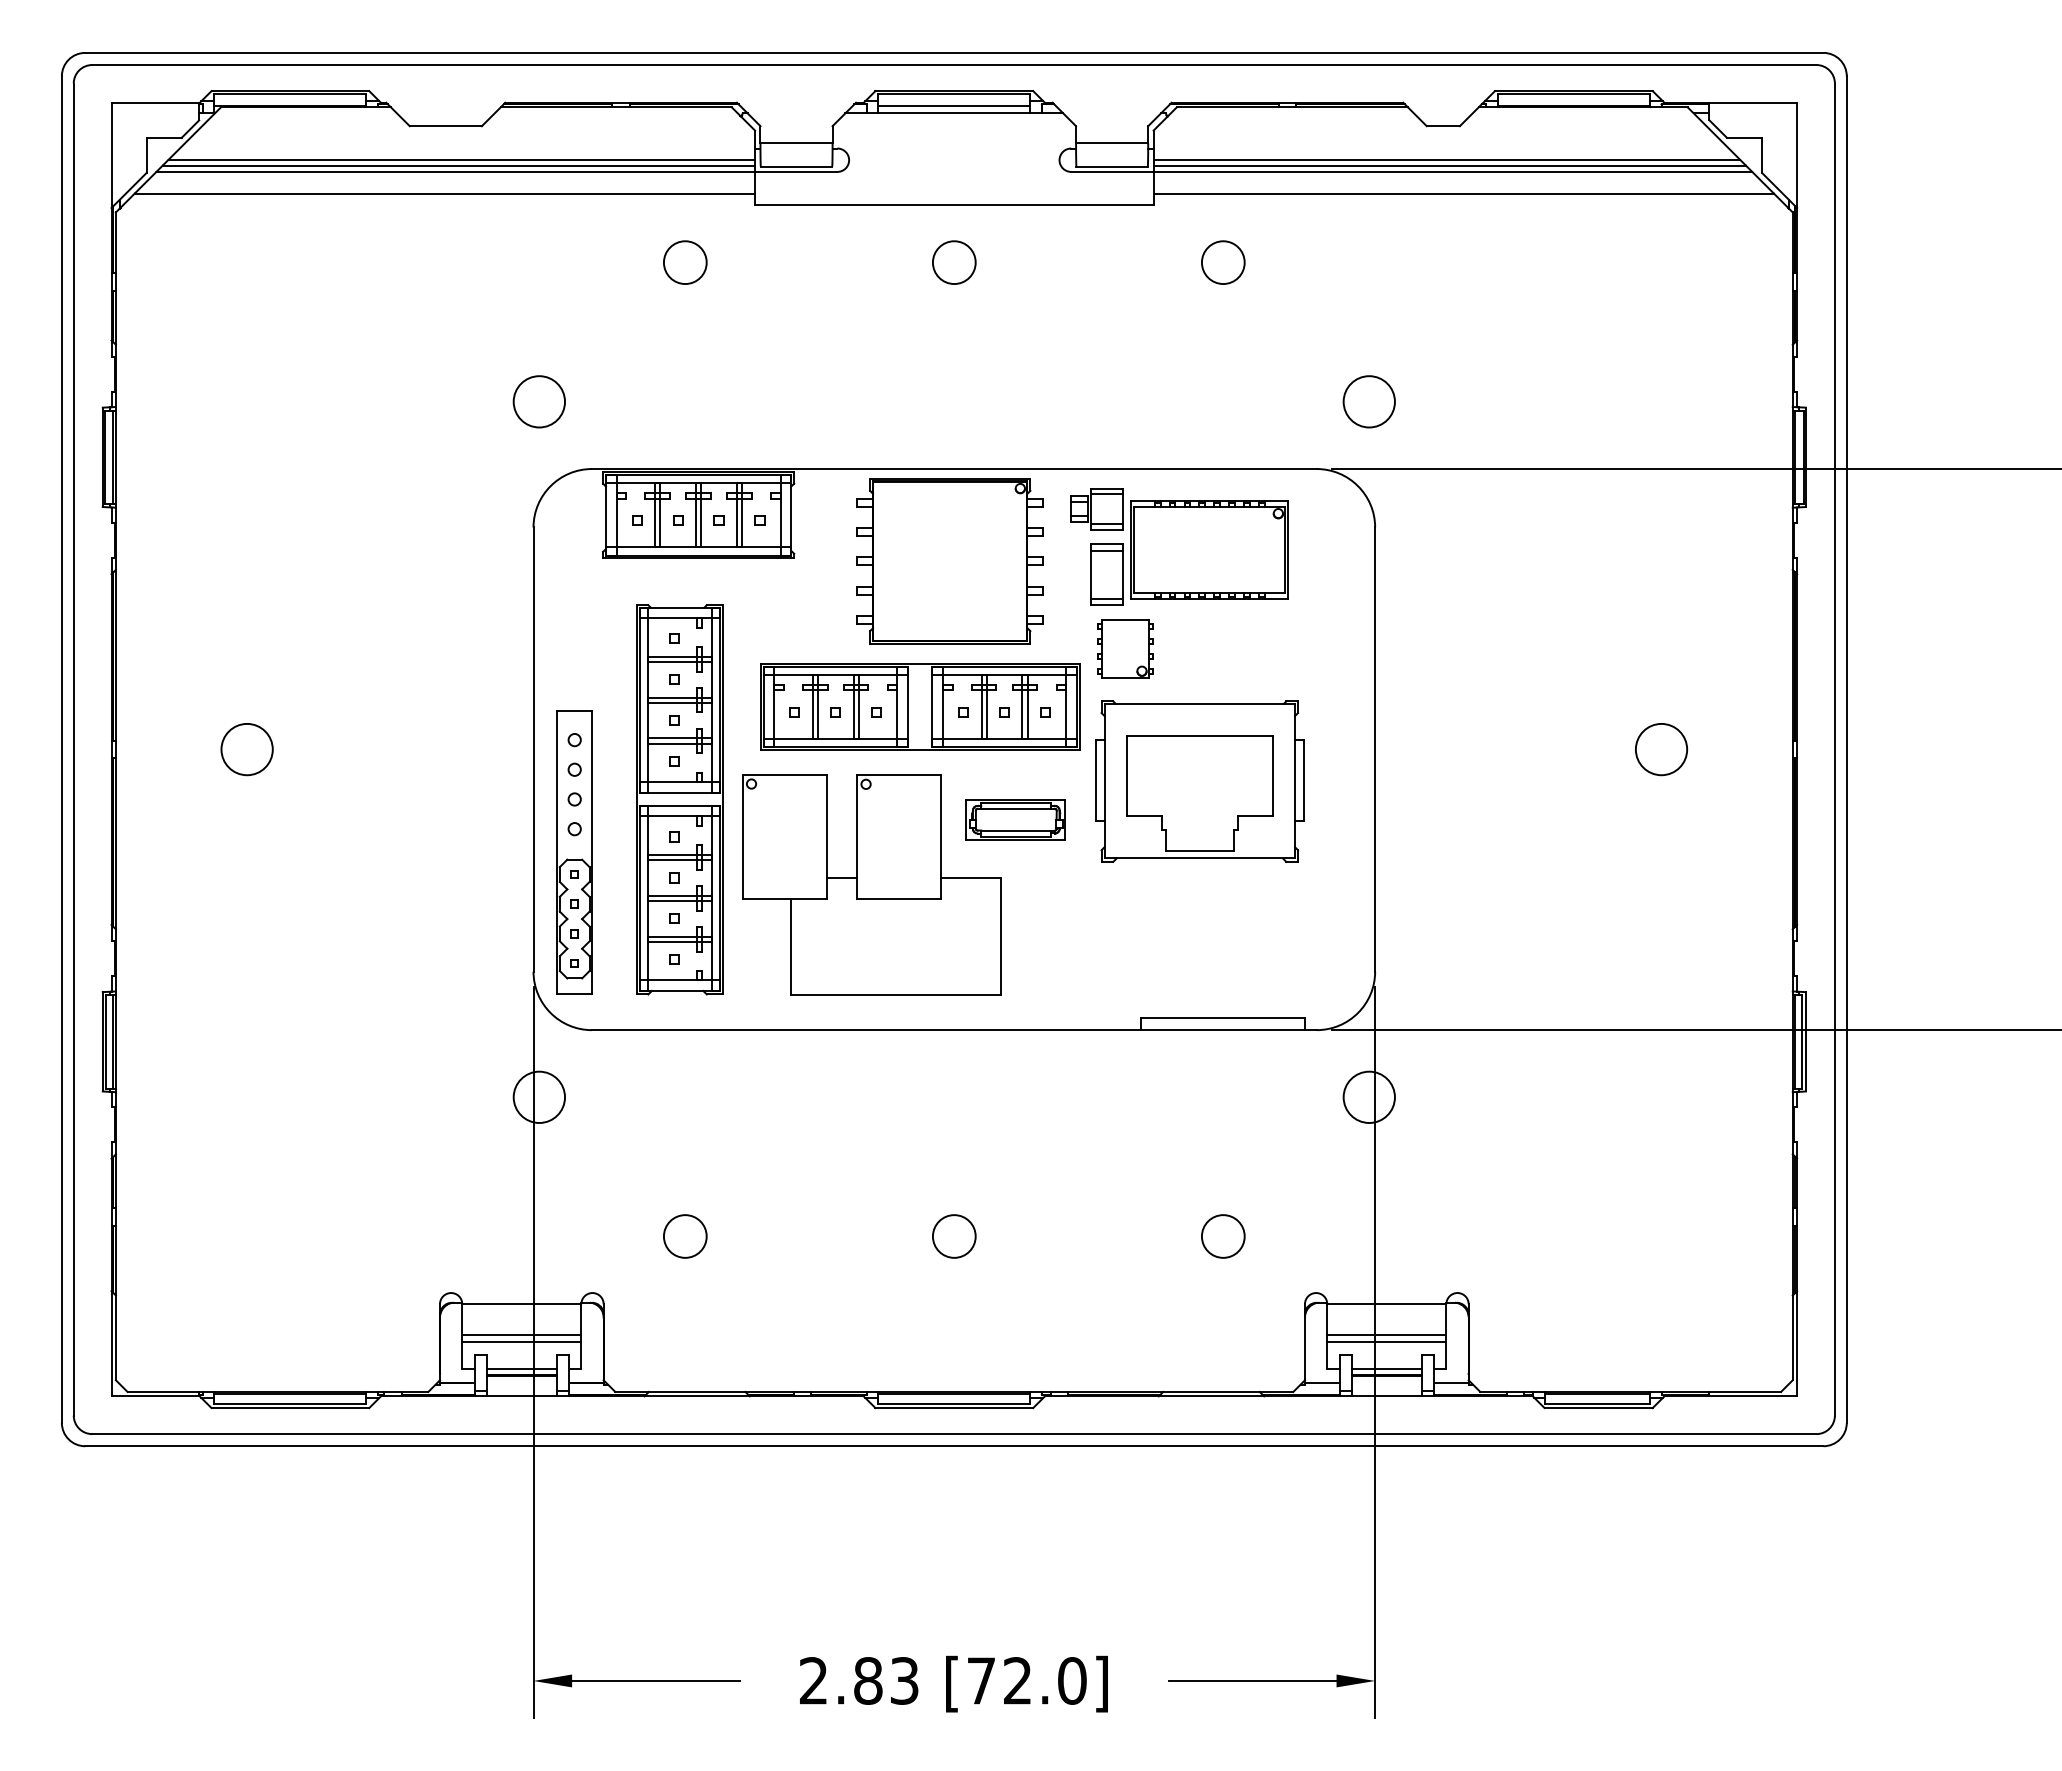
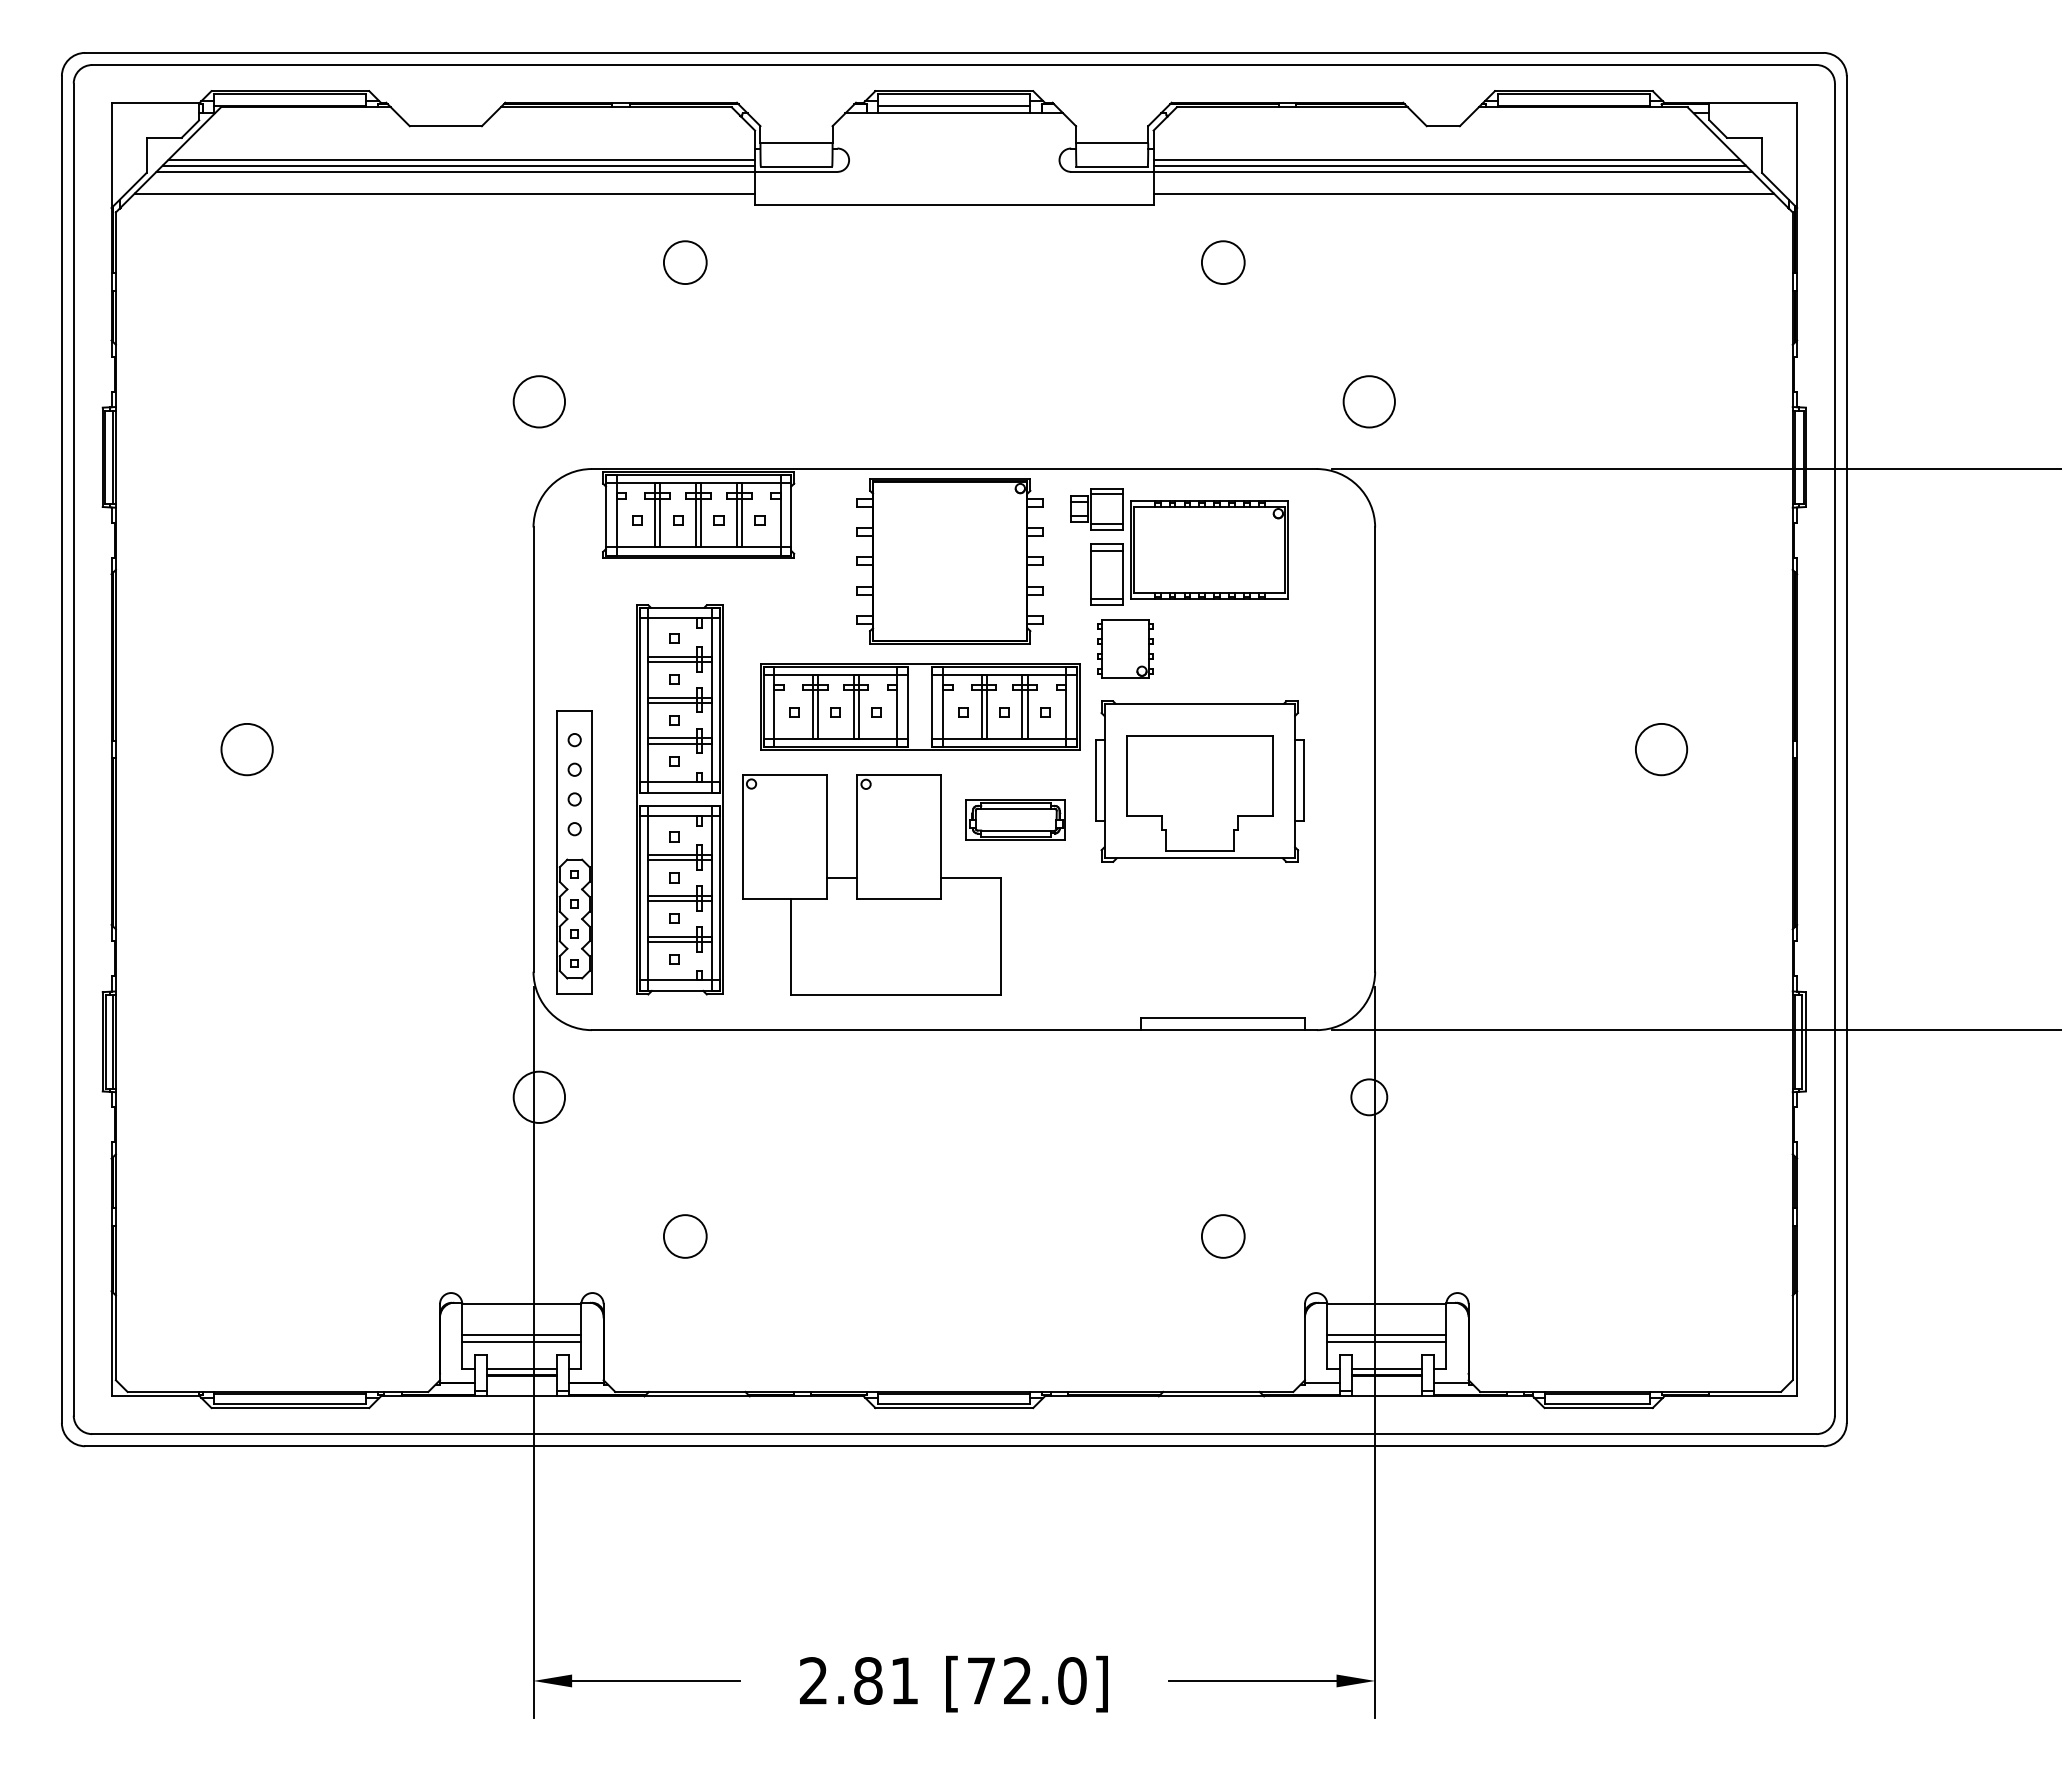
circle at (954, 262): present -> none
circle at (1368, 1096) diameter: 51 px -> 36 px
circle at (954, 1236): present -> none
text at (904, 1680): 2.83 -> 2.81
